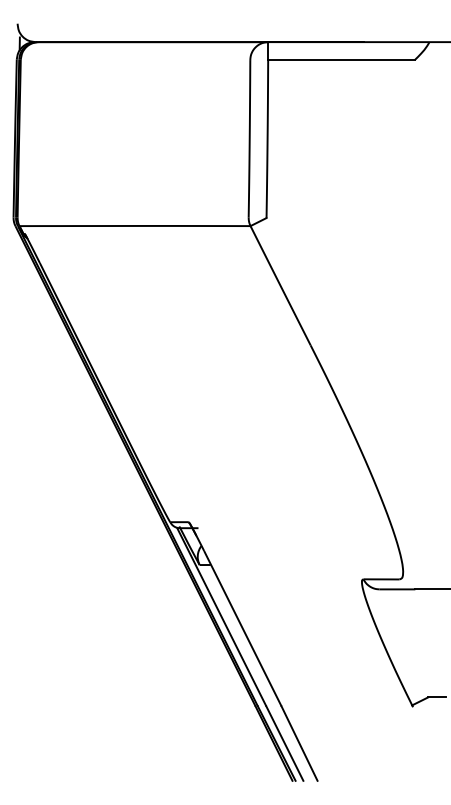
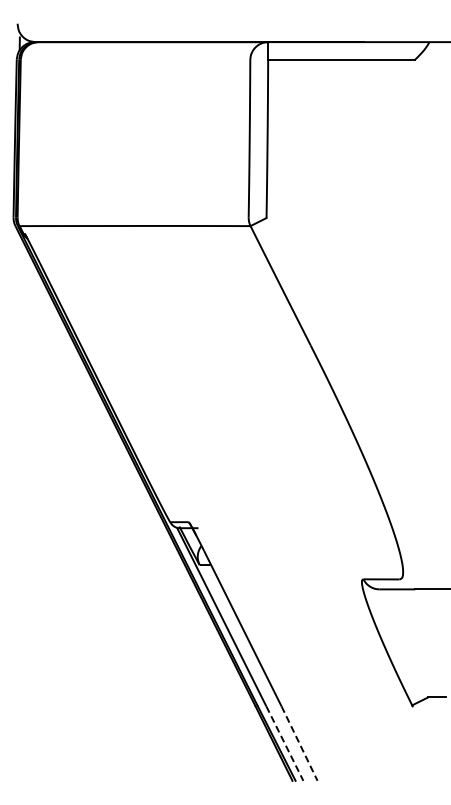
line at (284, 743): solid -> dashed
line at (299, 744): solid -> dashed
